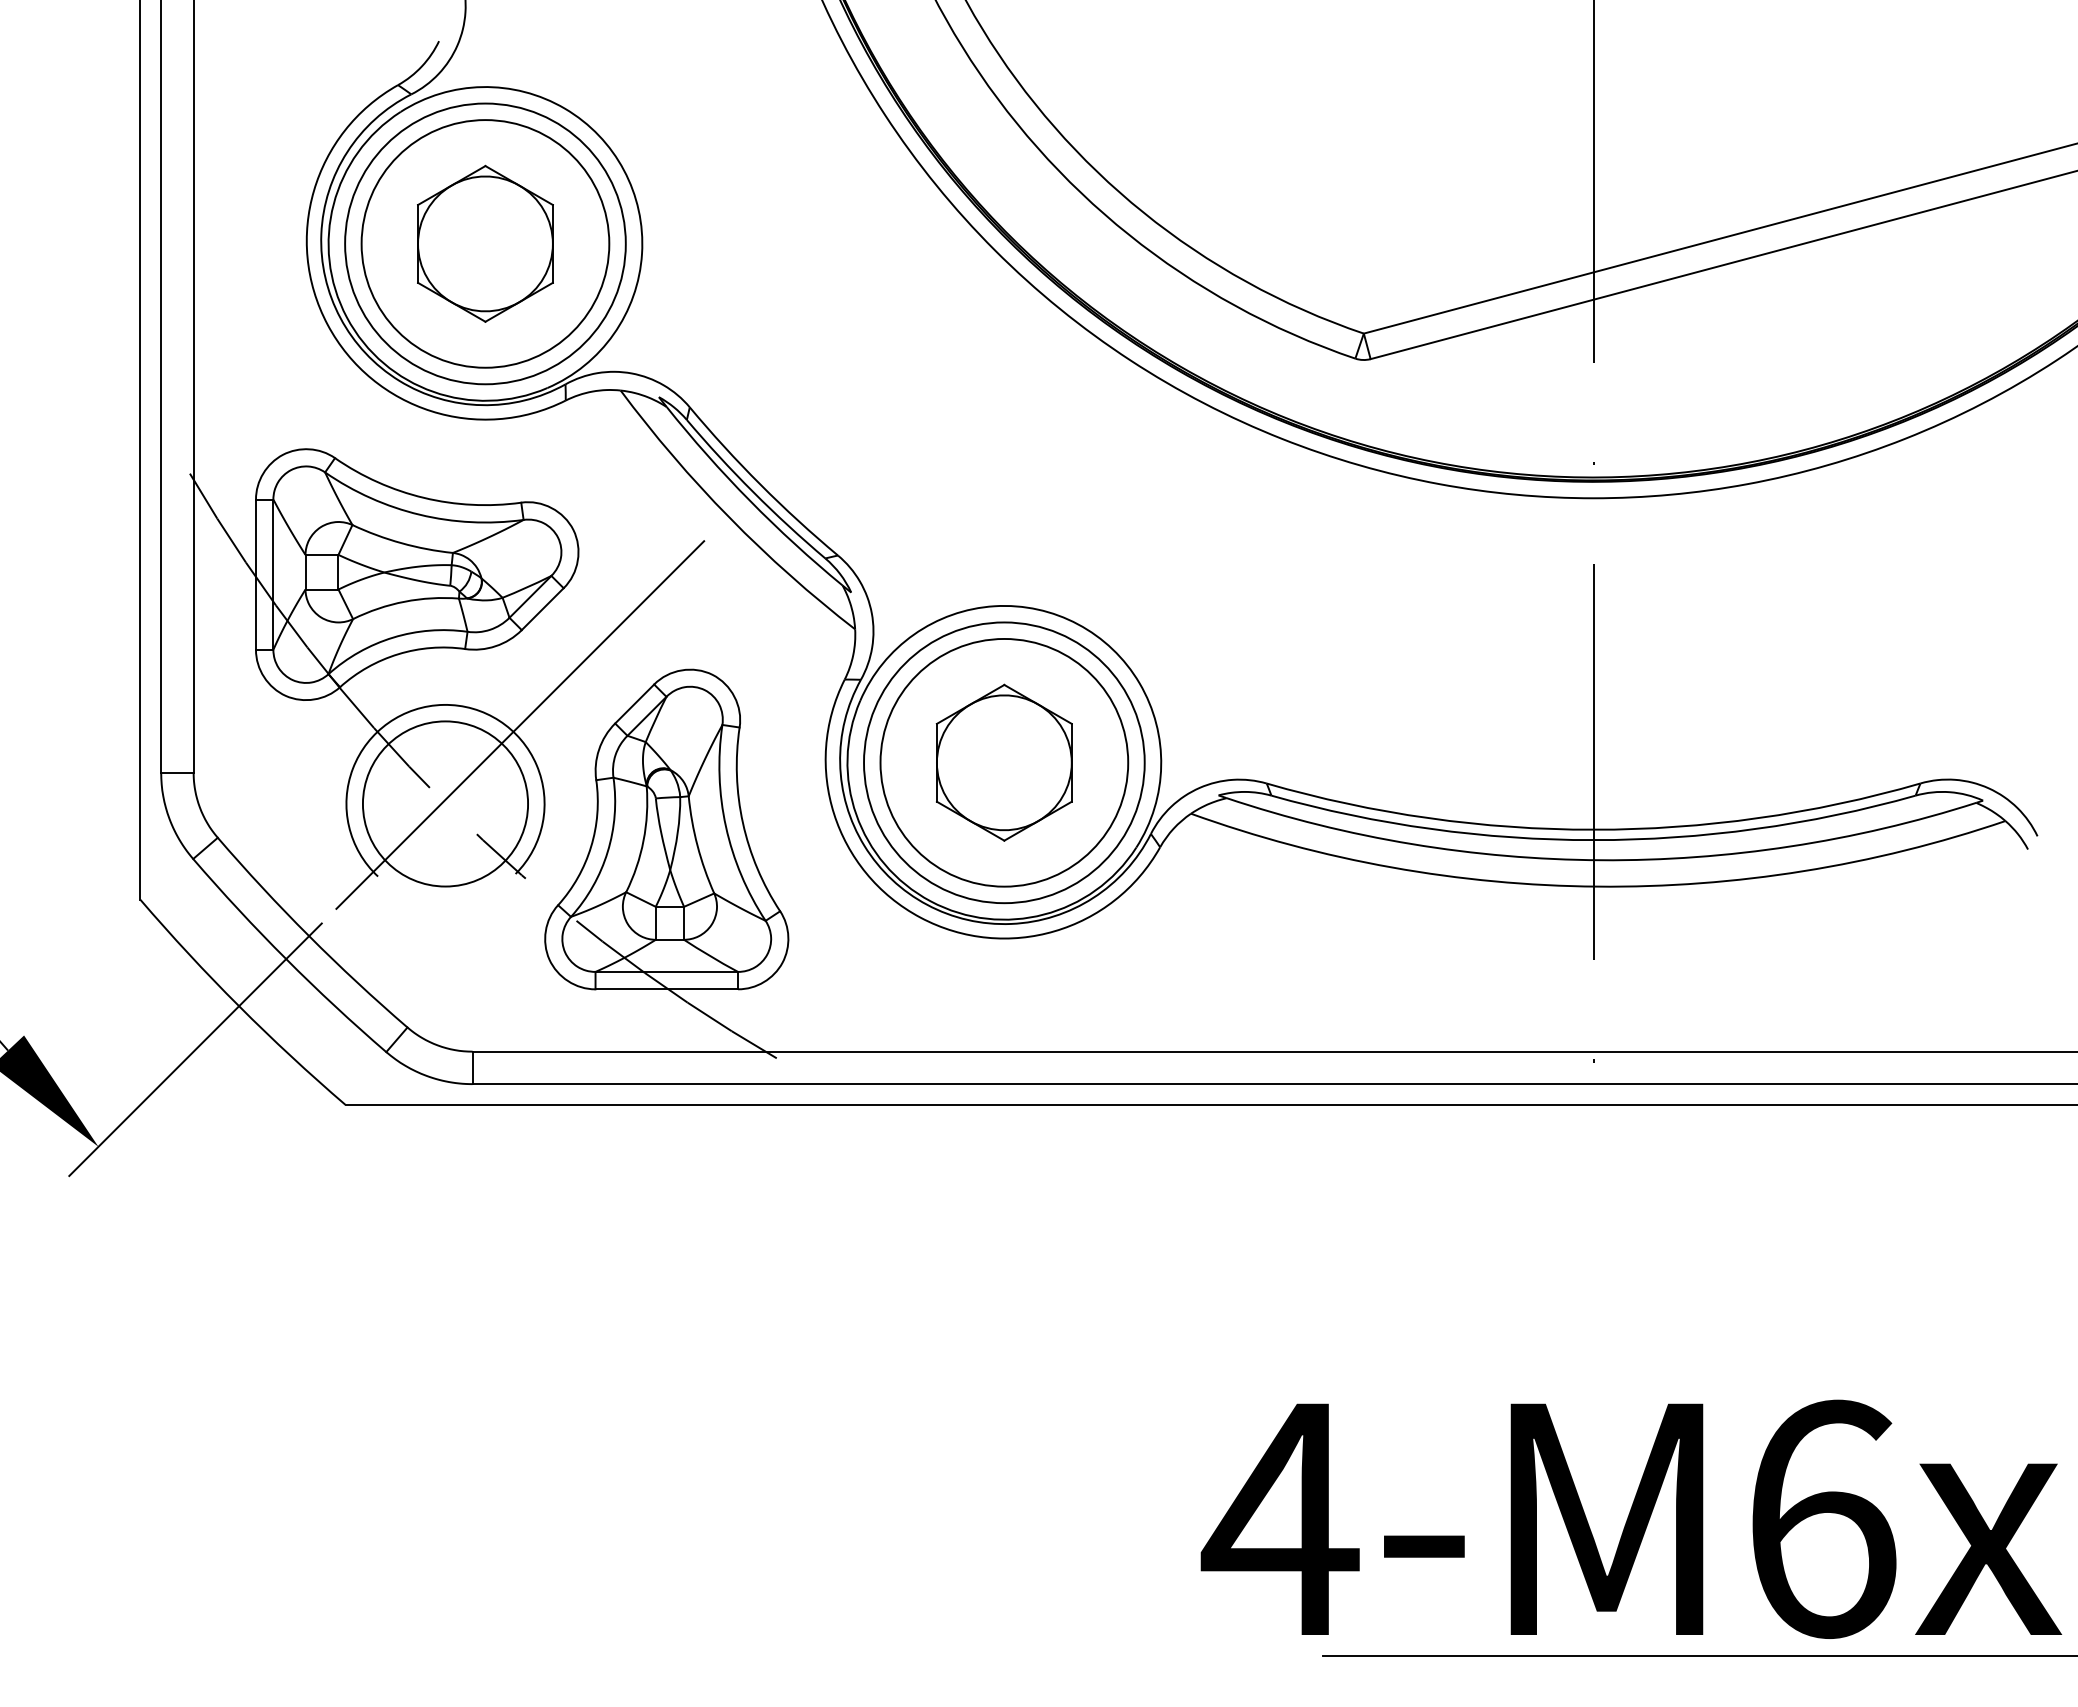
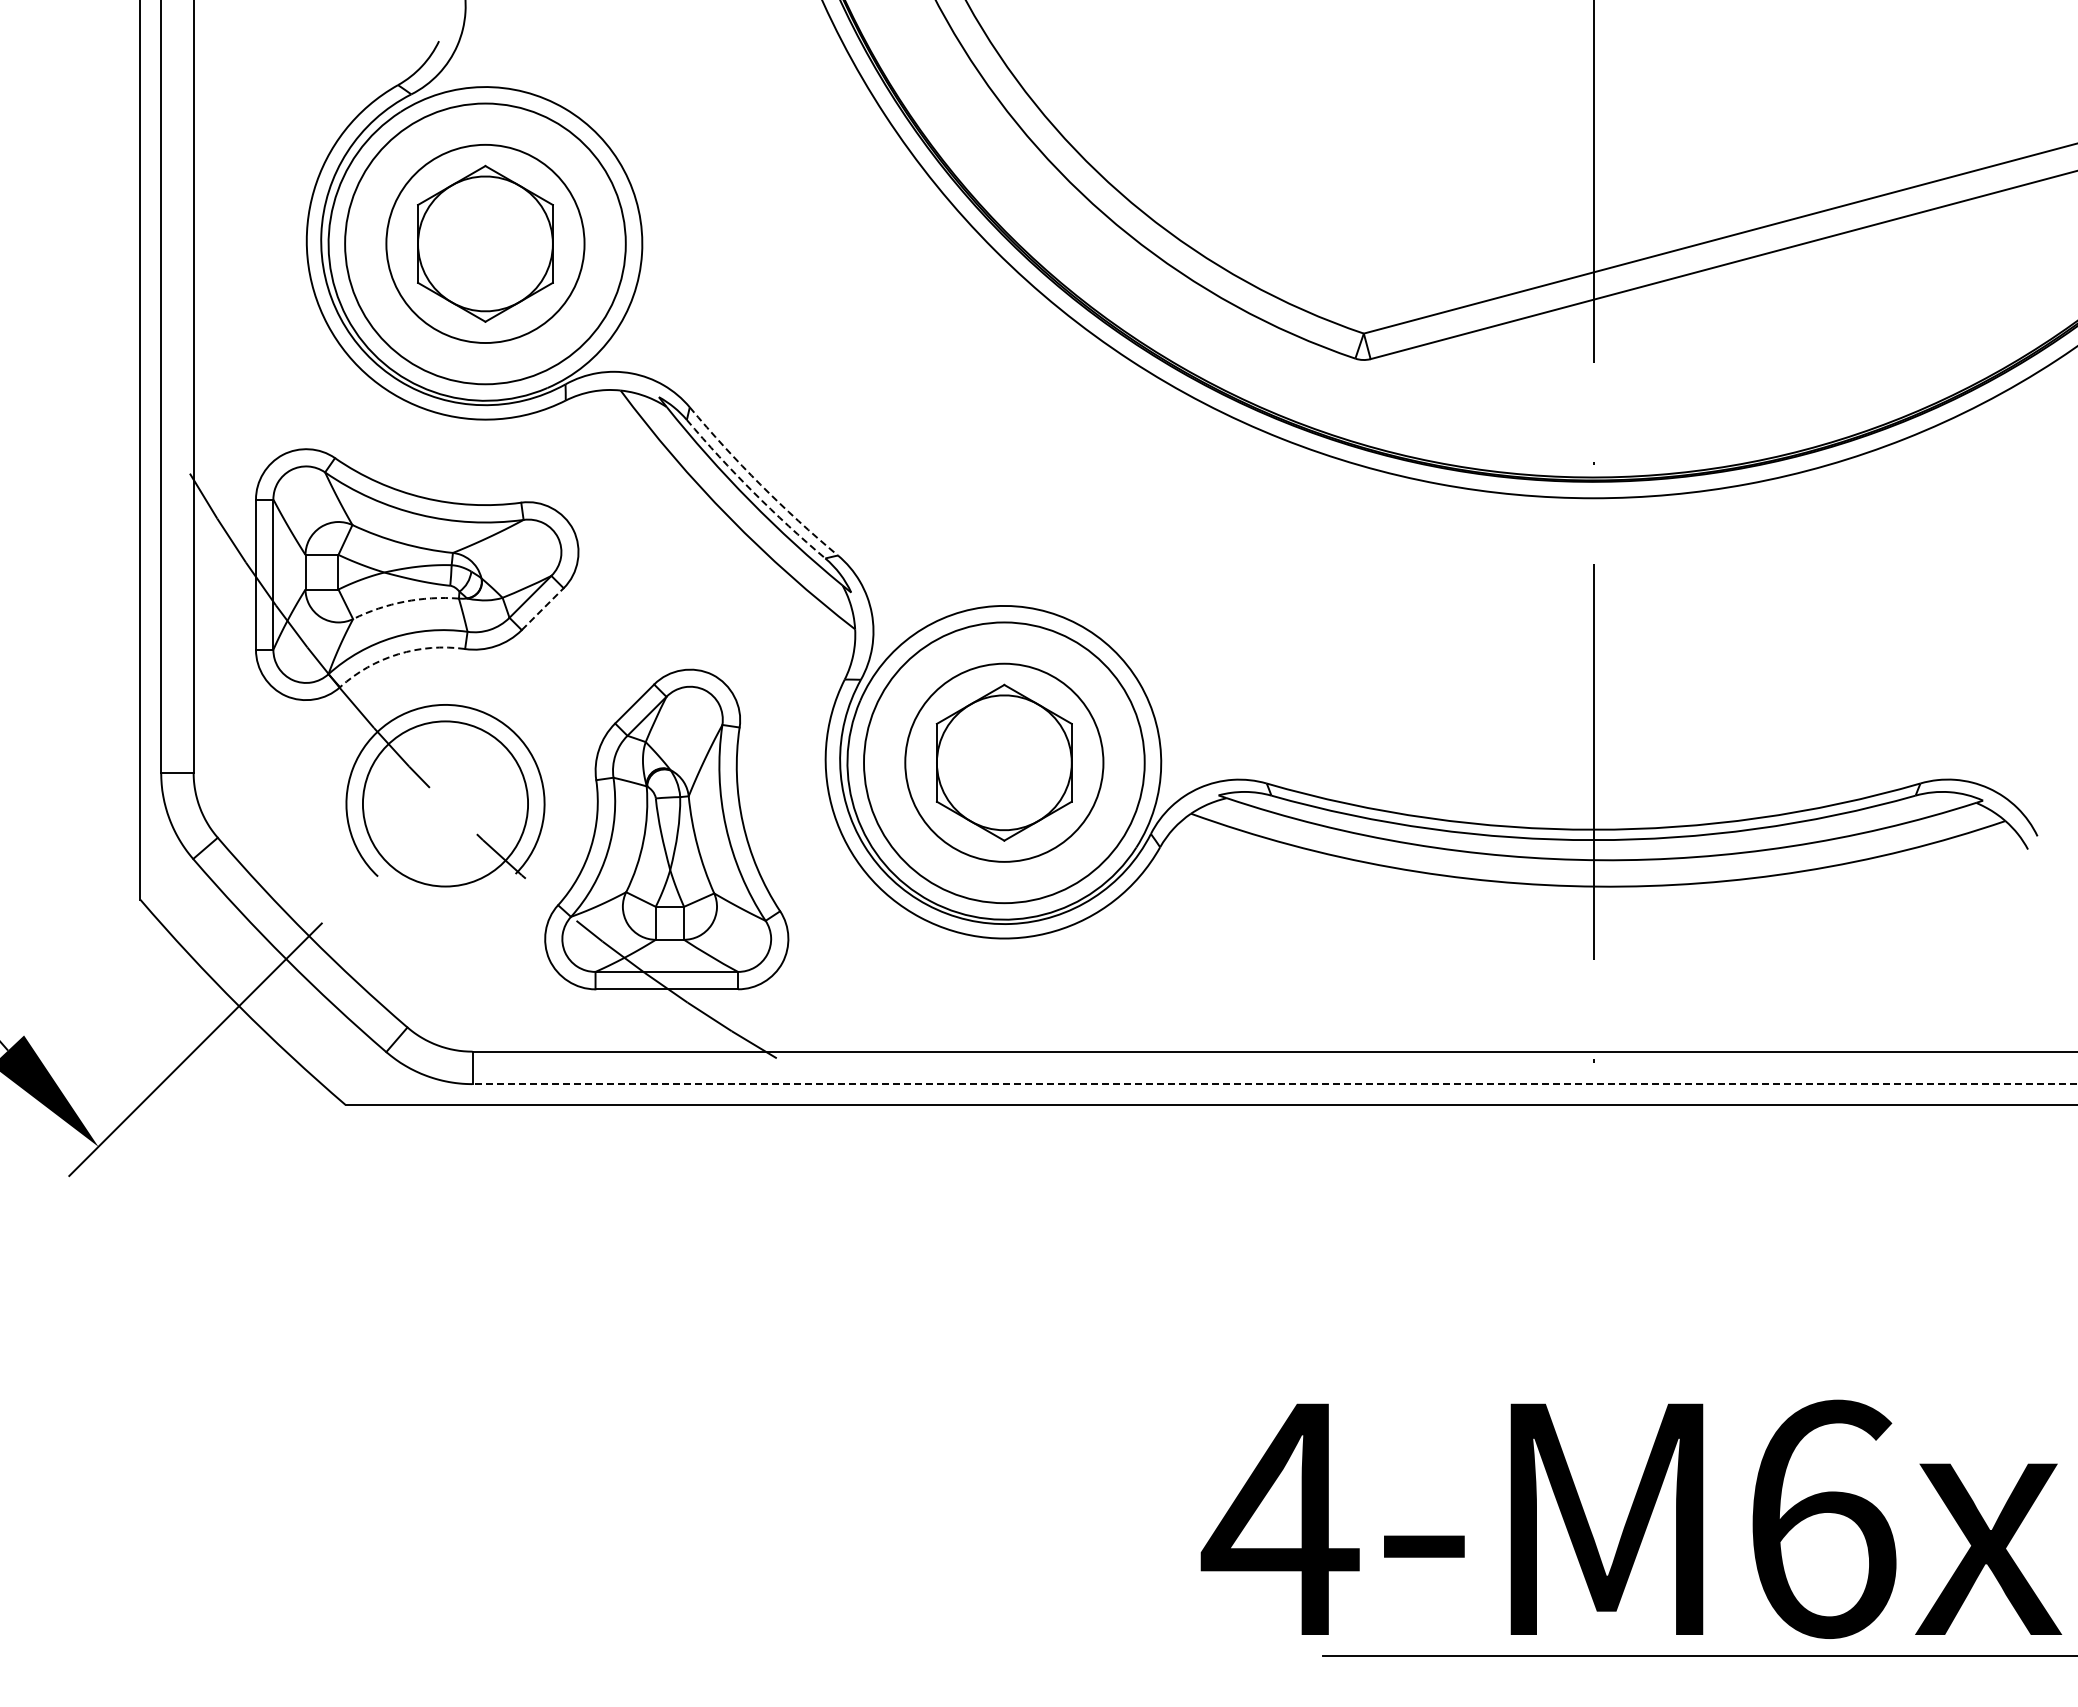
circle at (485, 243) diameter: 248 px -> 198 px
arc at (760, 484): solid -> dashed
arc at (753, 492): solid -> dashed
arc at (404, 601): solid -> dashed
line at (542, 609): solid -> dashed
arc at (398, 654): solid -> dashed
line at (520, 724): present -> none
circle at (1004, 762) diameter: 248 px -> 198 px
line at (1274, 1084): solid -> dashed
